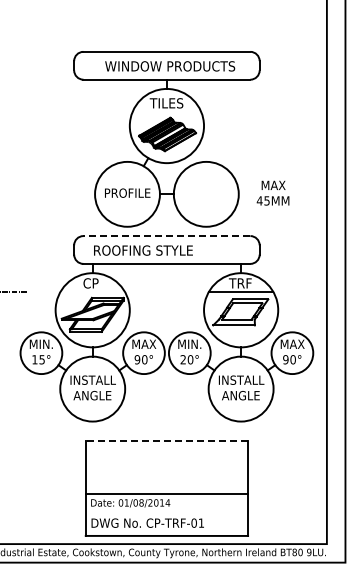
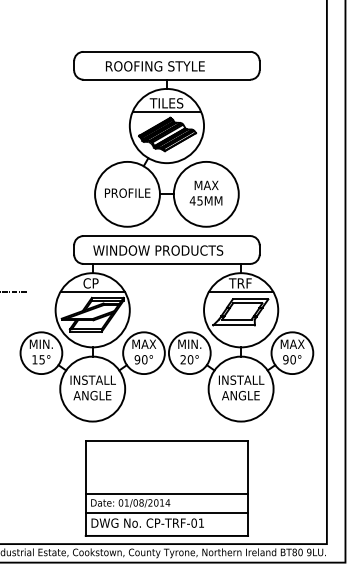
text at (170, 66): WINDOW PRODUCTS -> ROOFING STYLE
line at (166, 112): none -> present
text at (272, 192) position: (272, 192) -> (205, 192)
line at (166, 236): dashed -> solid
text at (158, 250): ROOFING STYLE -> WINDOW PRODUCTS
line at (92, 291): none -> present
line at (166, 441): dashed -> solid
line at (166, 512): none -> present
